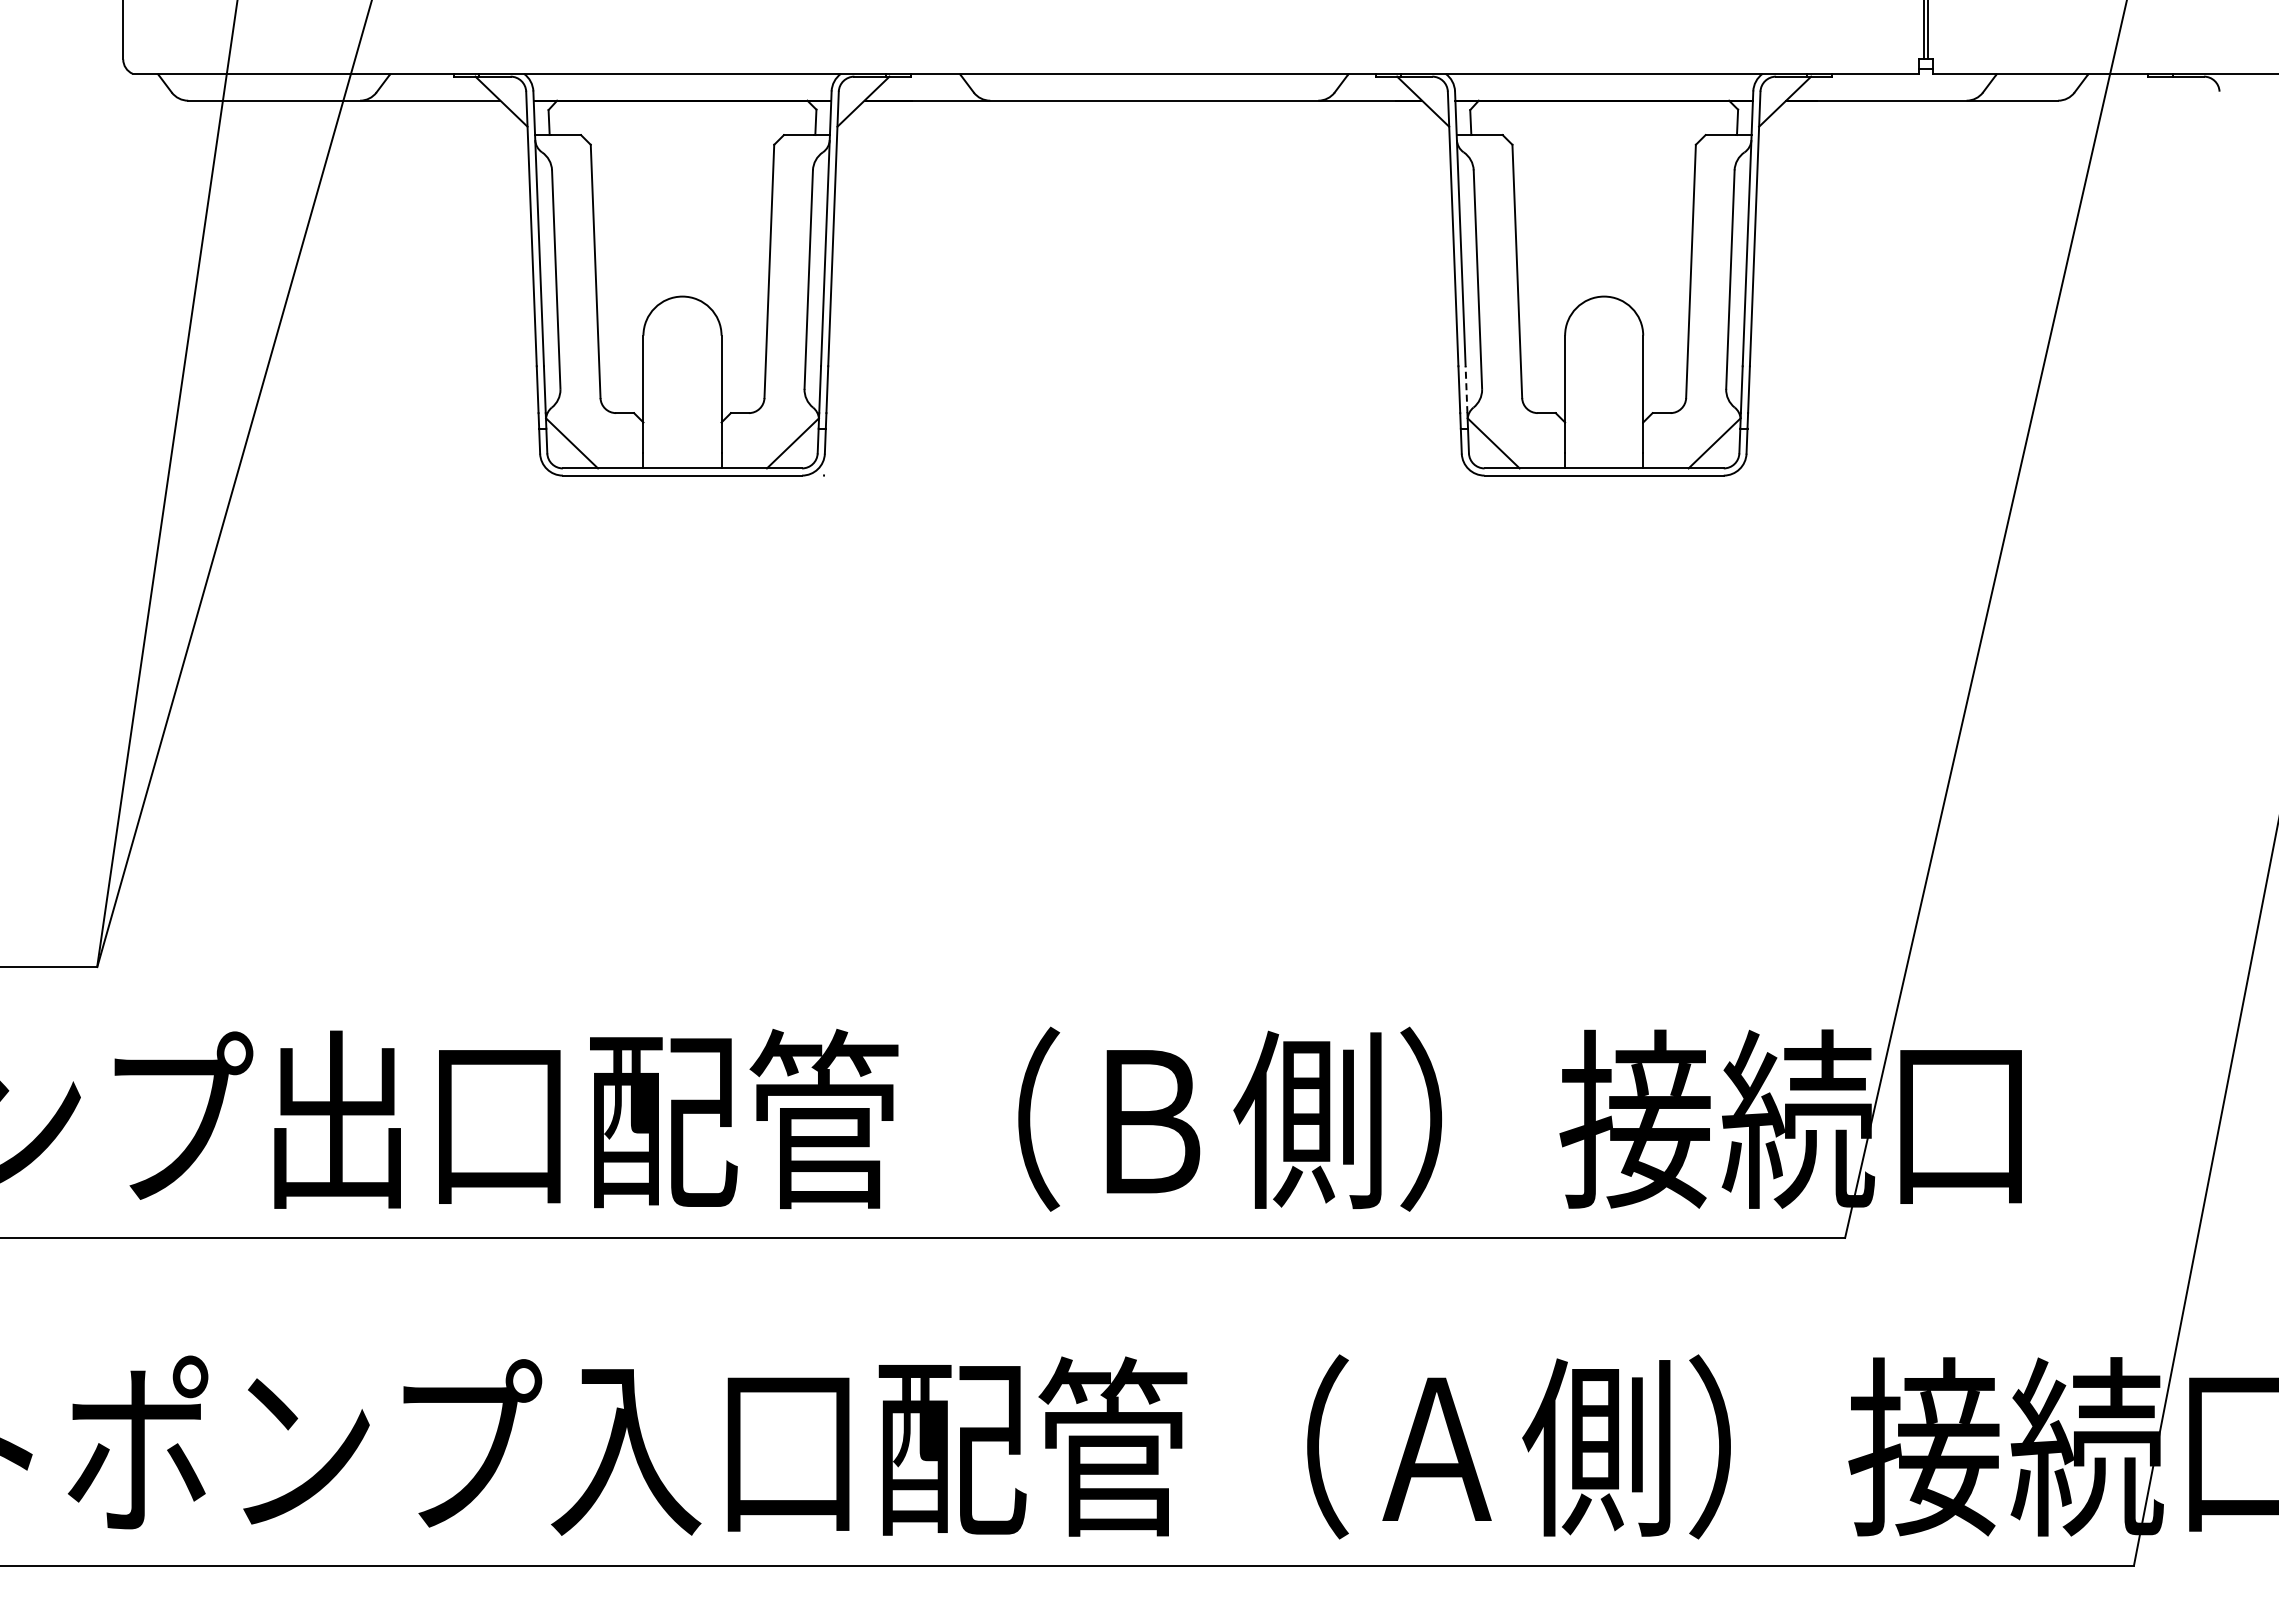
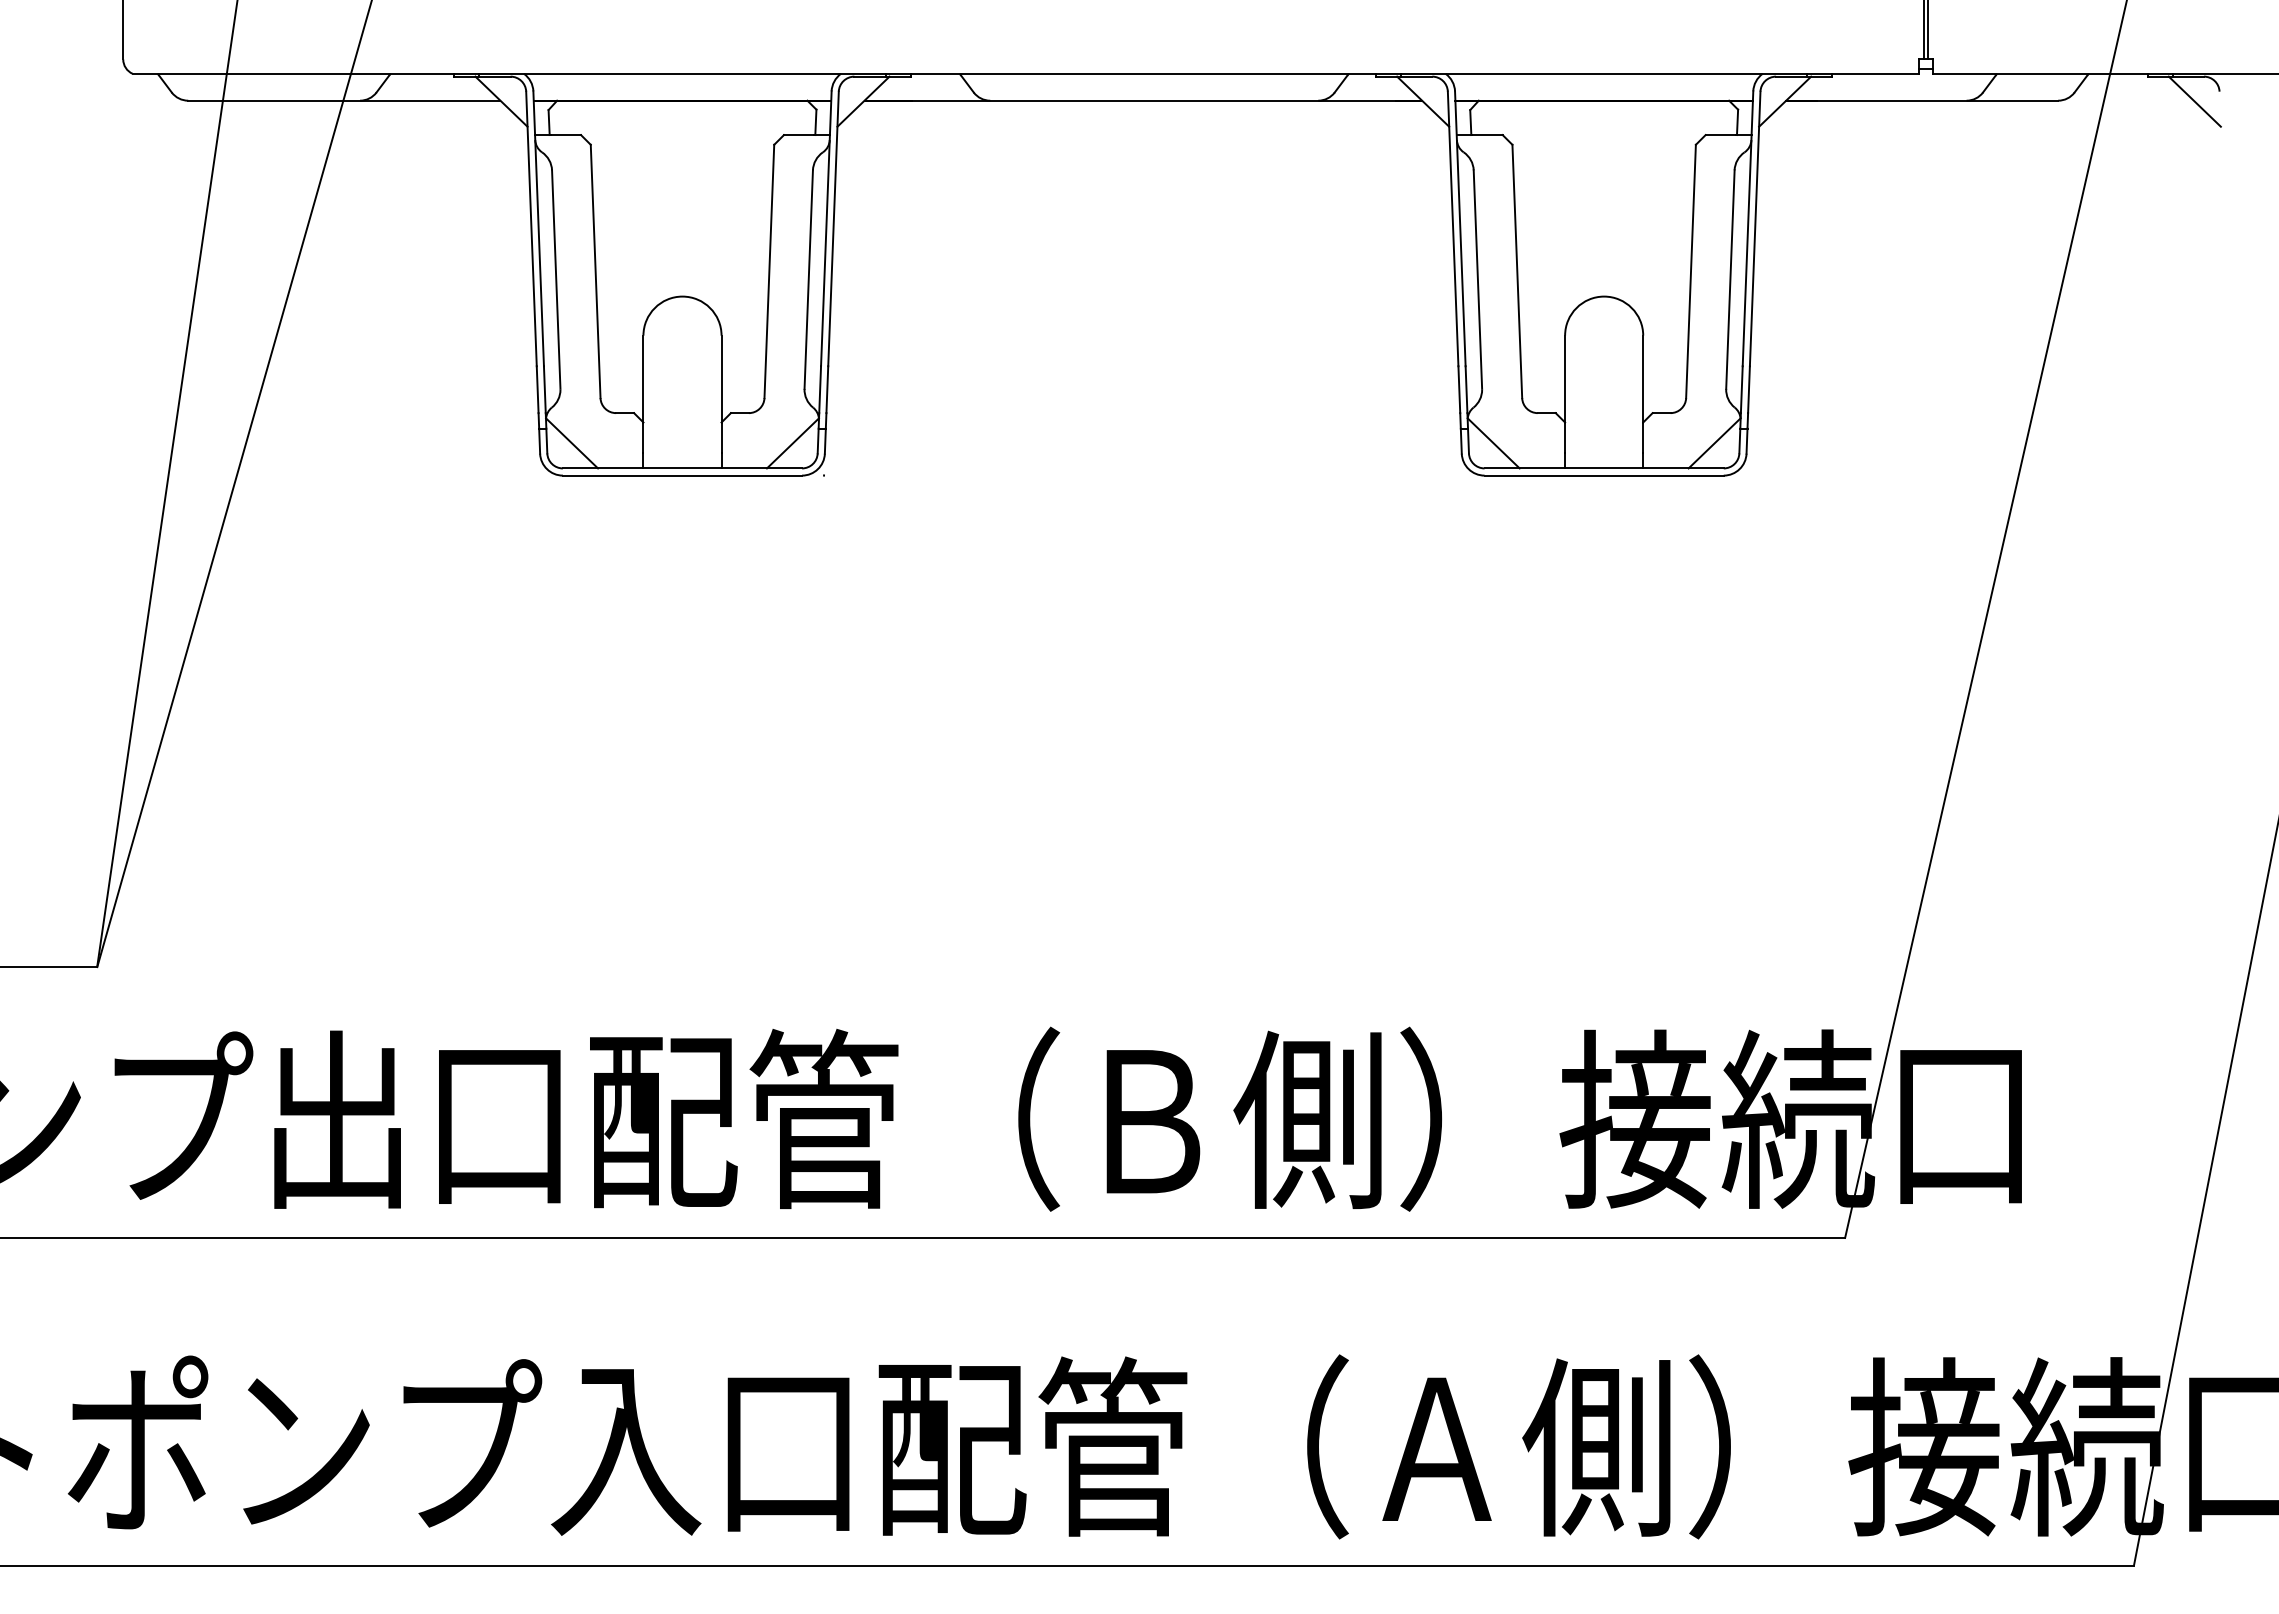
line at (2194, 101): none -> present
line at (1466, 389): dashed -> solid
